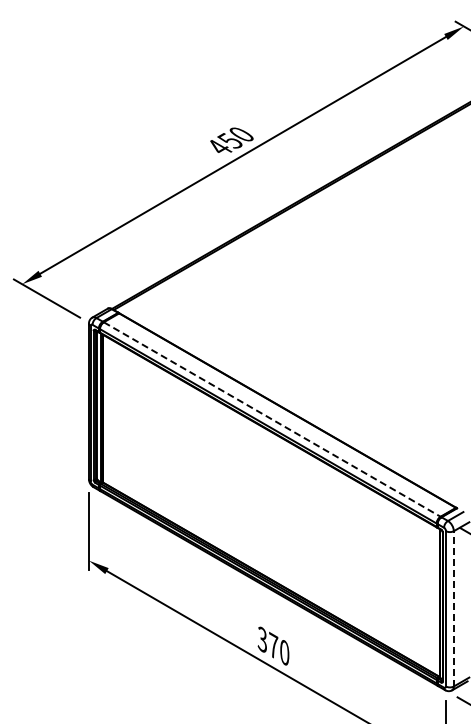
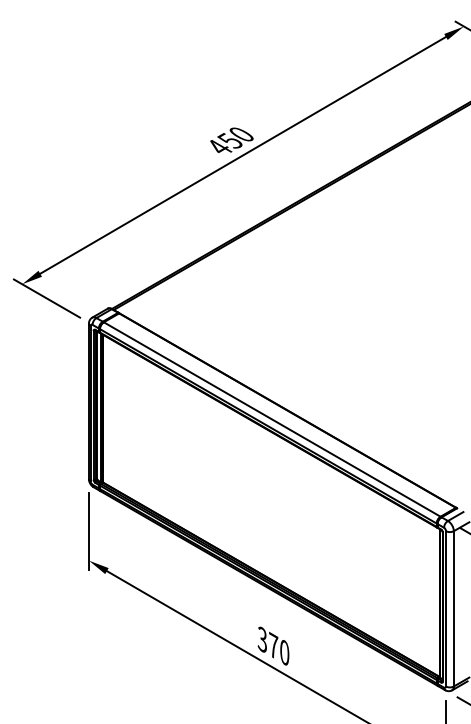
line at (272, 419): dashed -> solid
line at (453, 608): dashed -> solid
